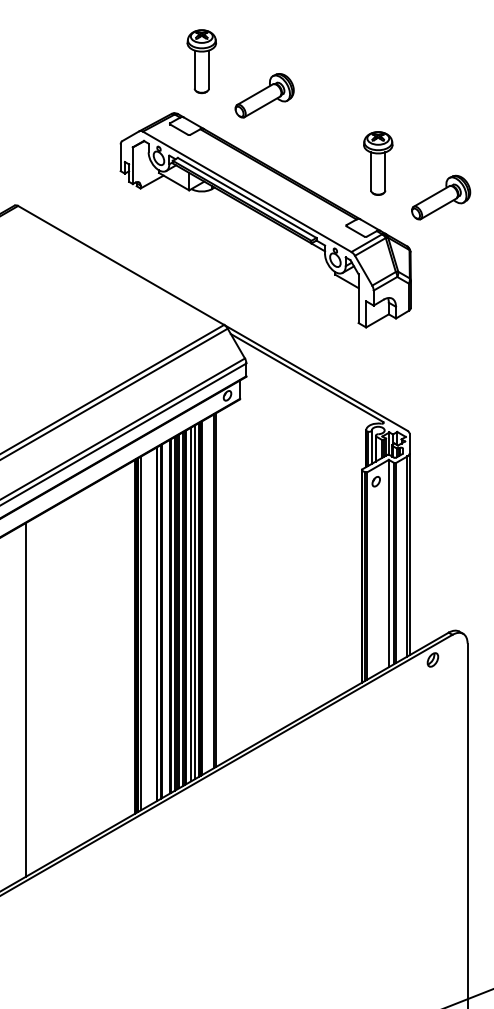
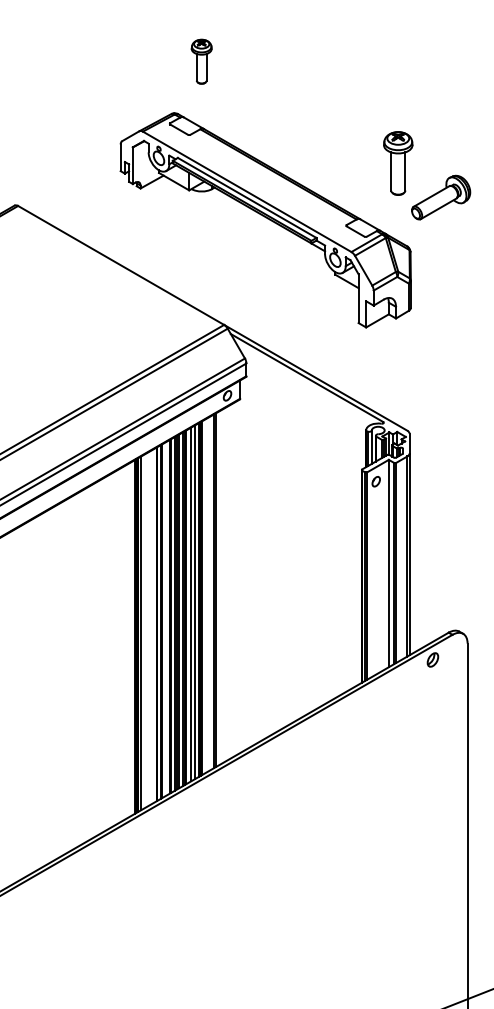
part at (201, 61) size: 31x66 px -> 23x47 px
part at (264, 95): present -> none
part at (378, 163) position: (378, 163) -> (398, 163)
line at (25, 699): present -> none
